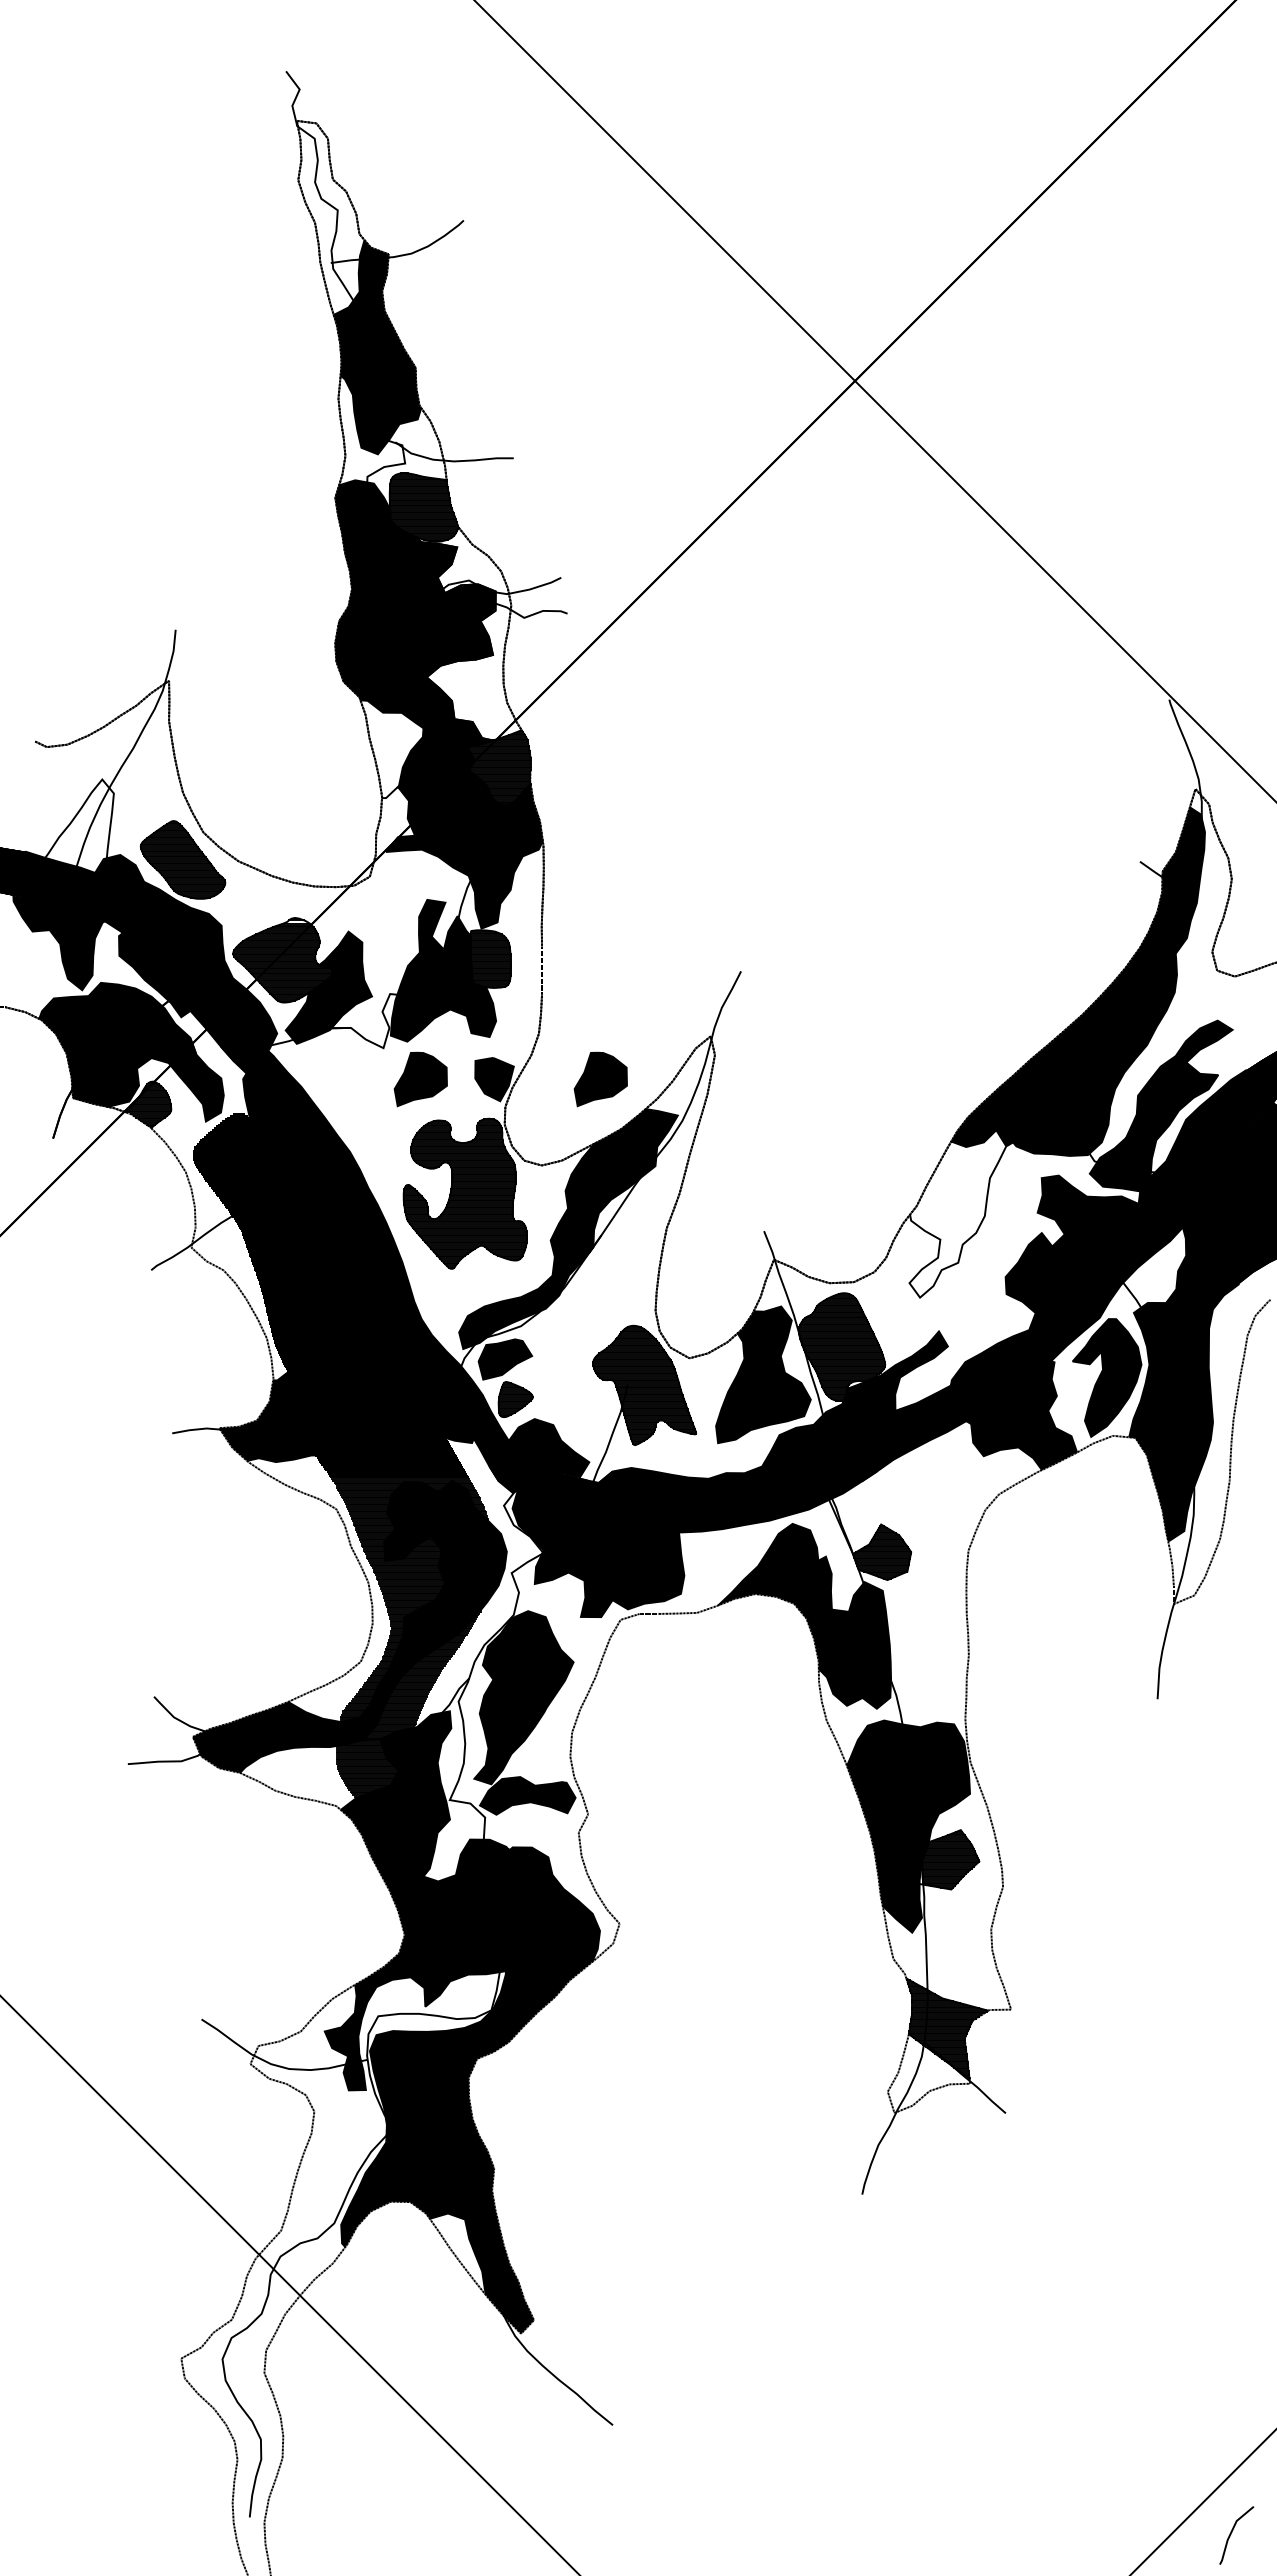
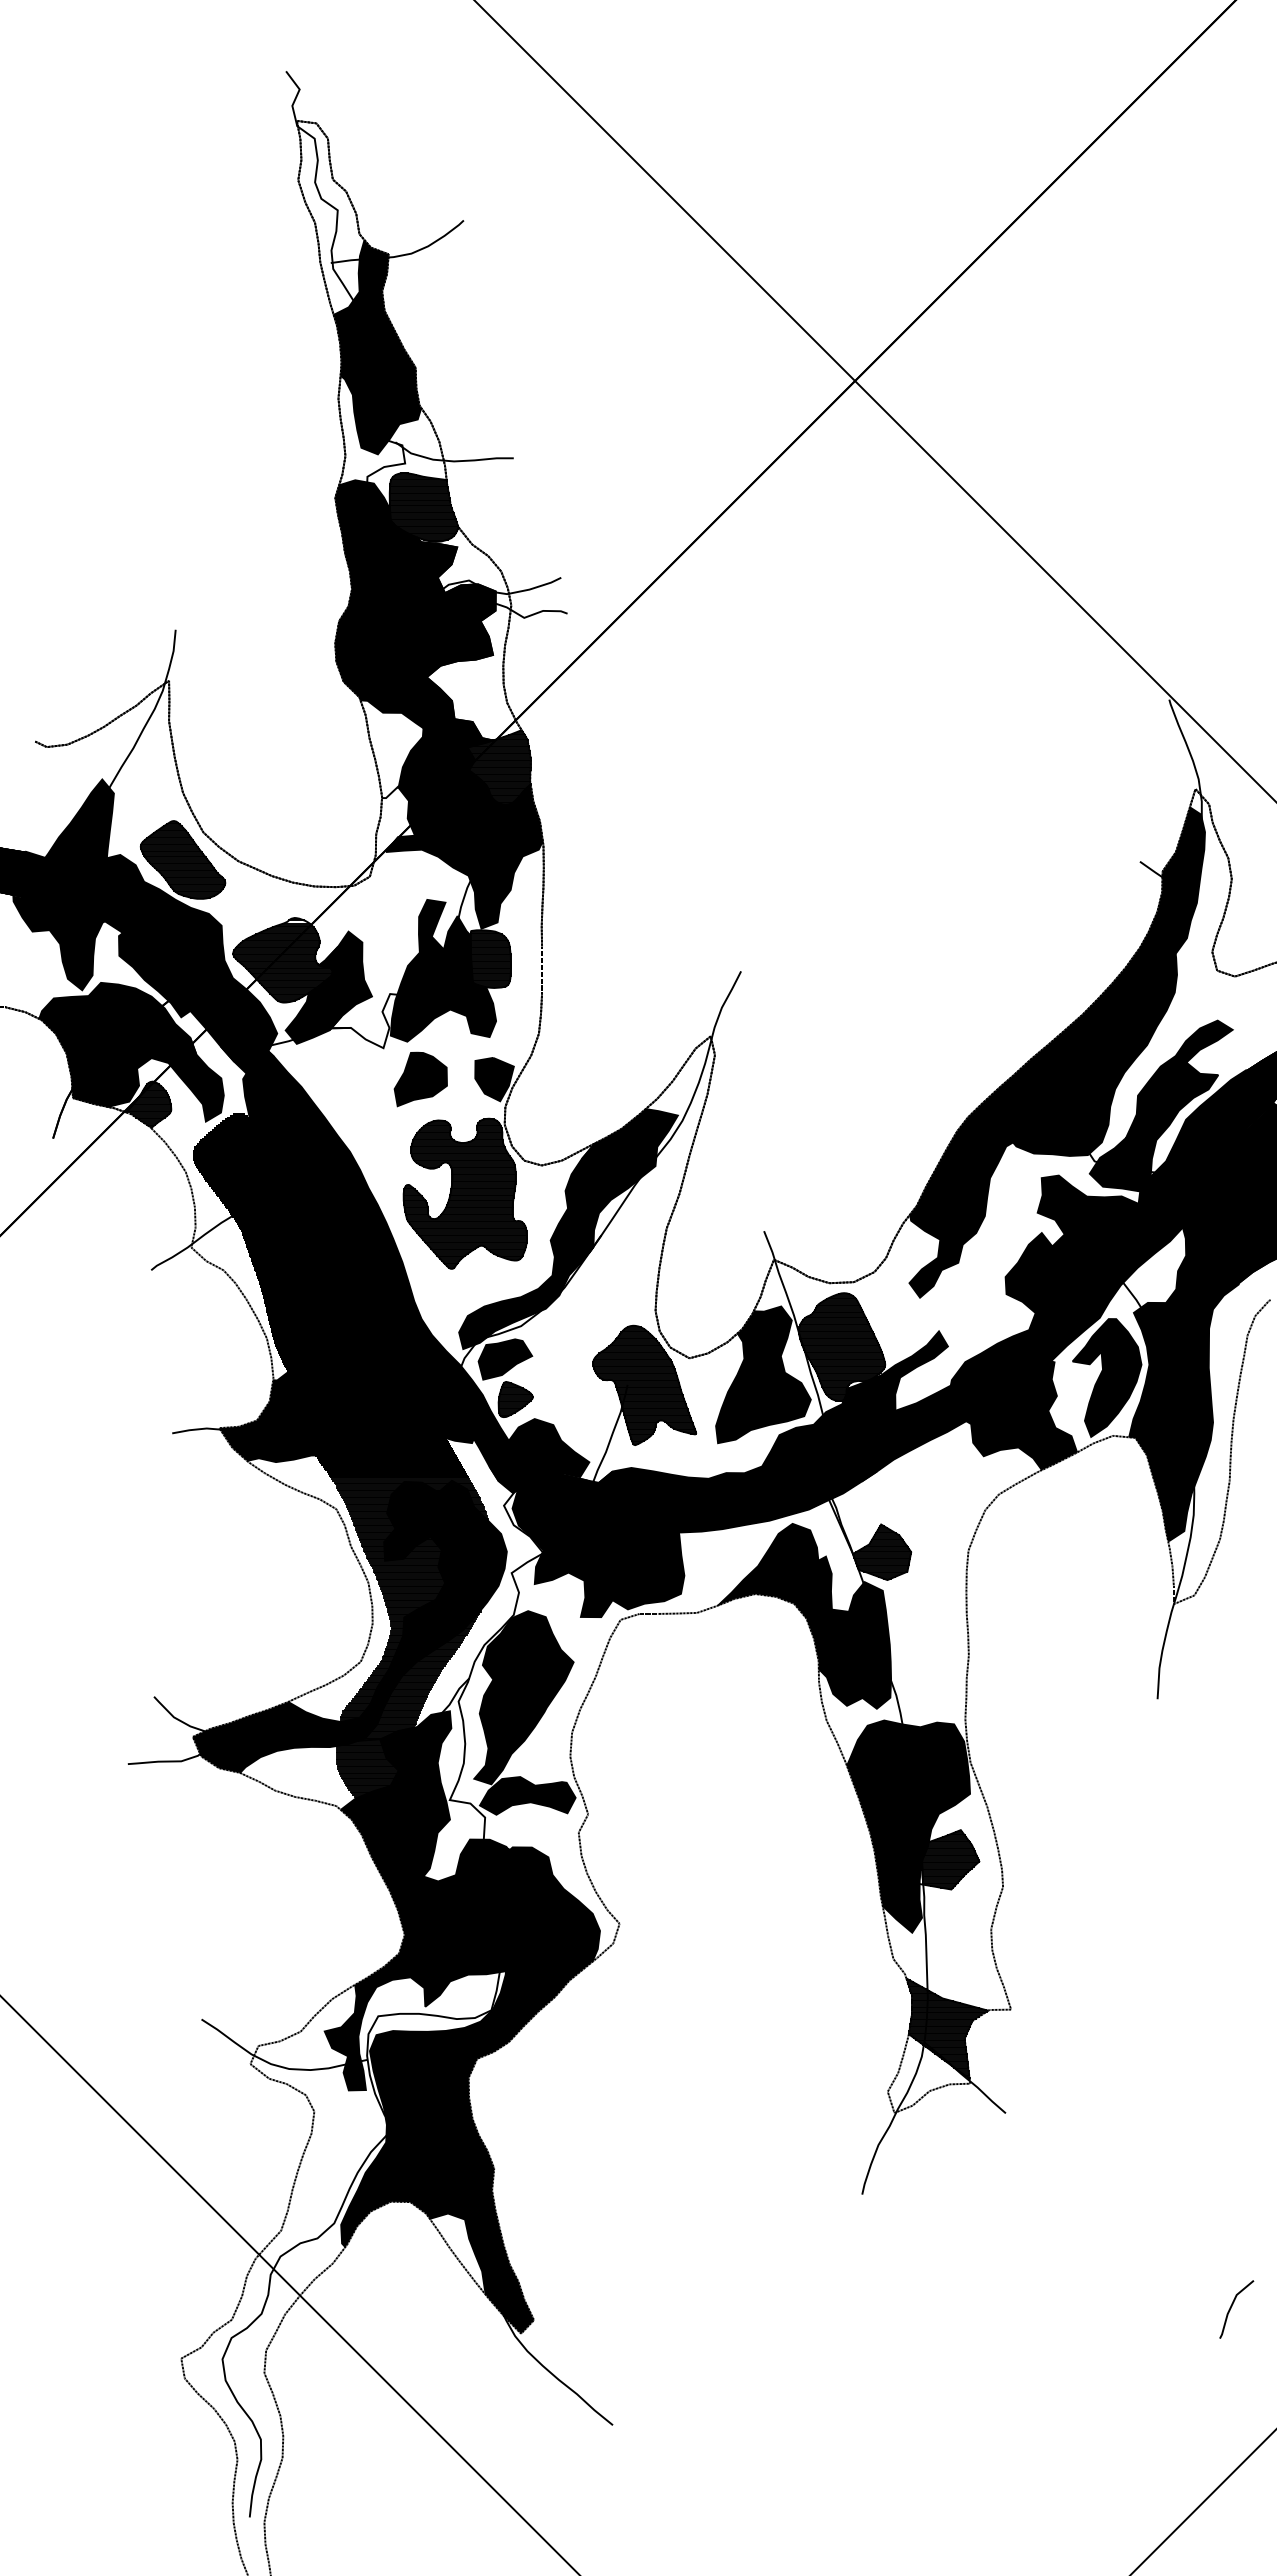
fill at (79, 825): none -> present
part at (600, 1079): present -> none
fill at (957, 1213): none -> present
line at (1232, 2532) position: (1232, 2532) -> (1232, 2306)
